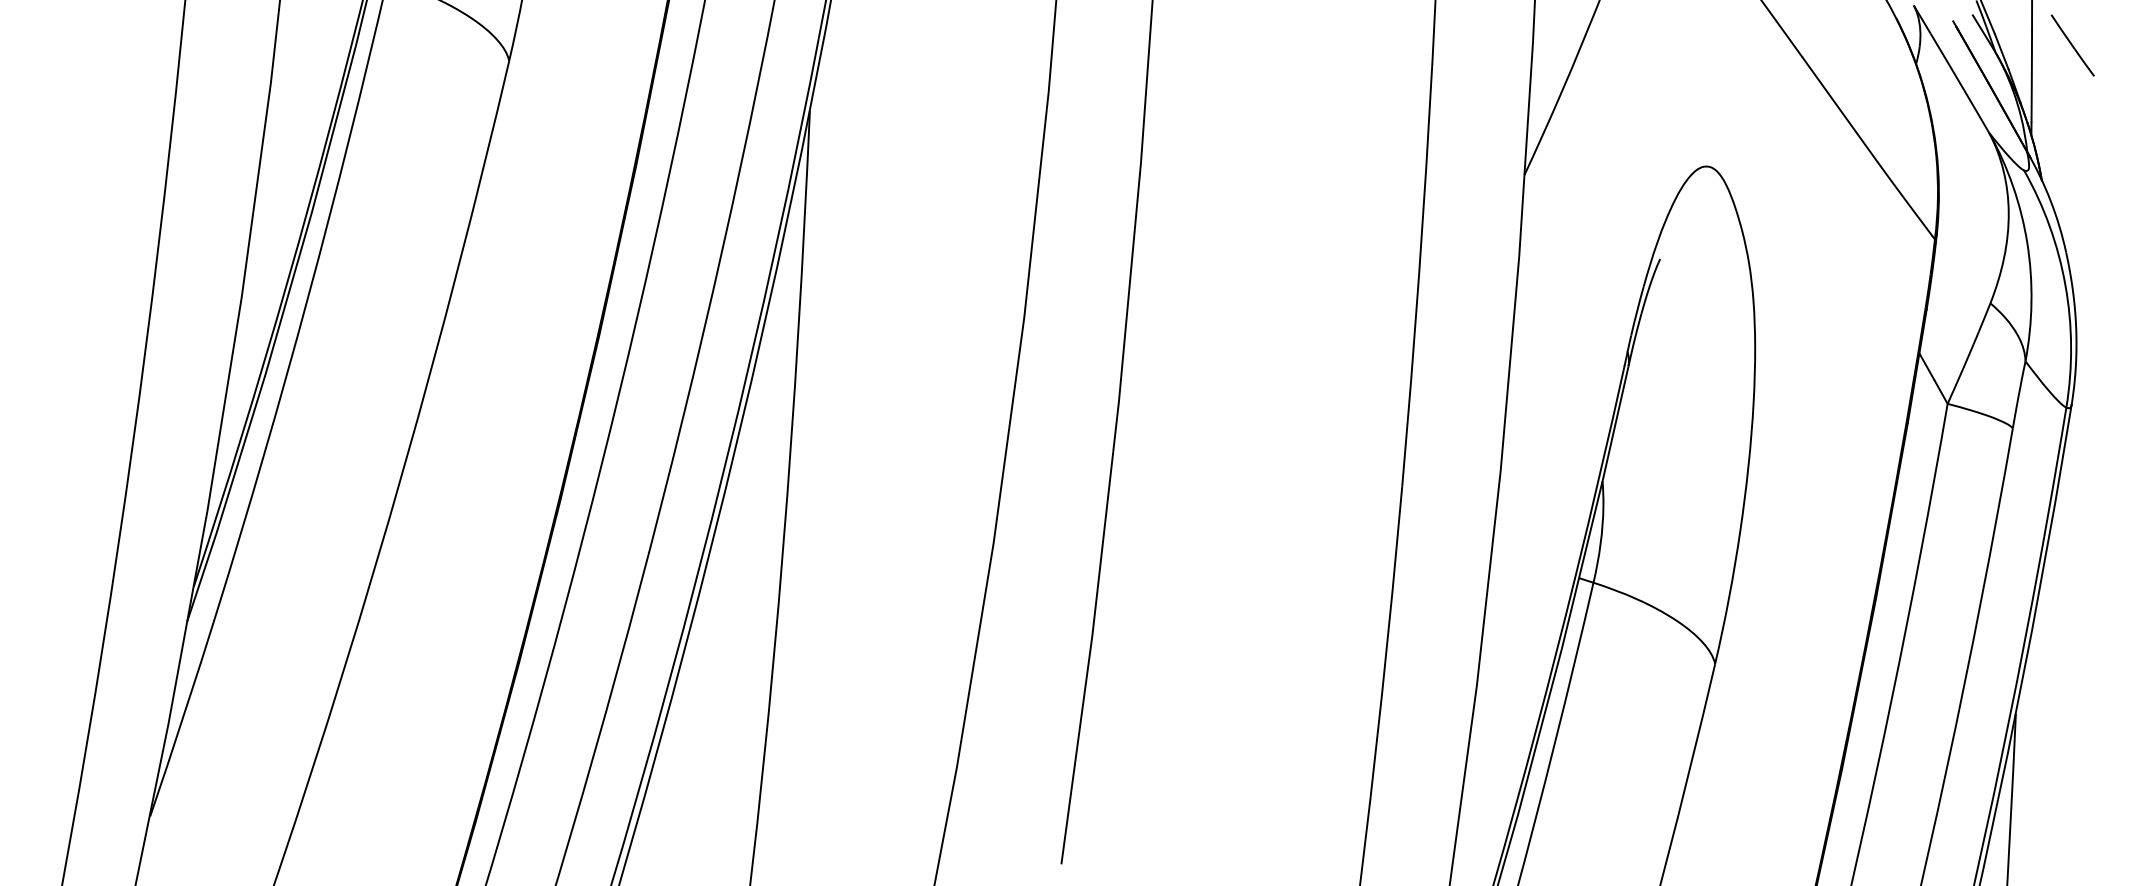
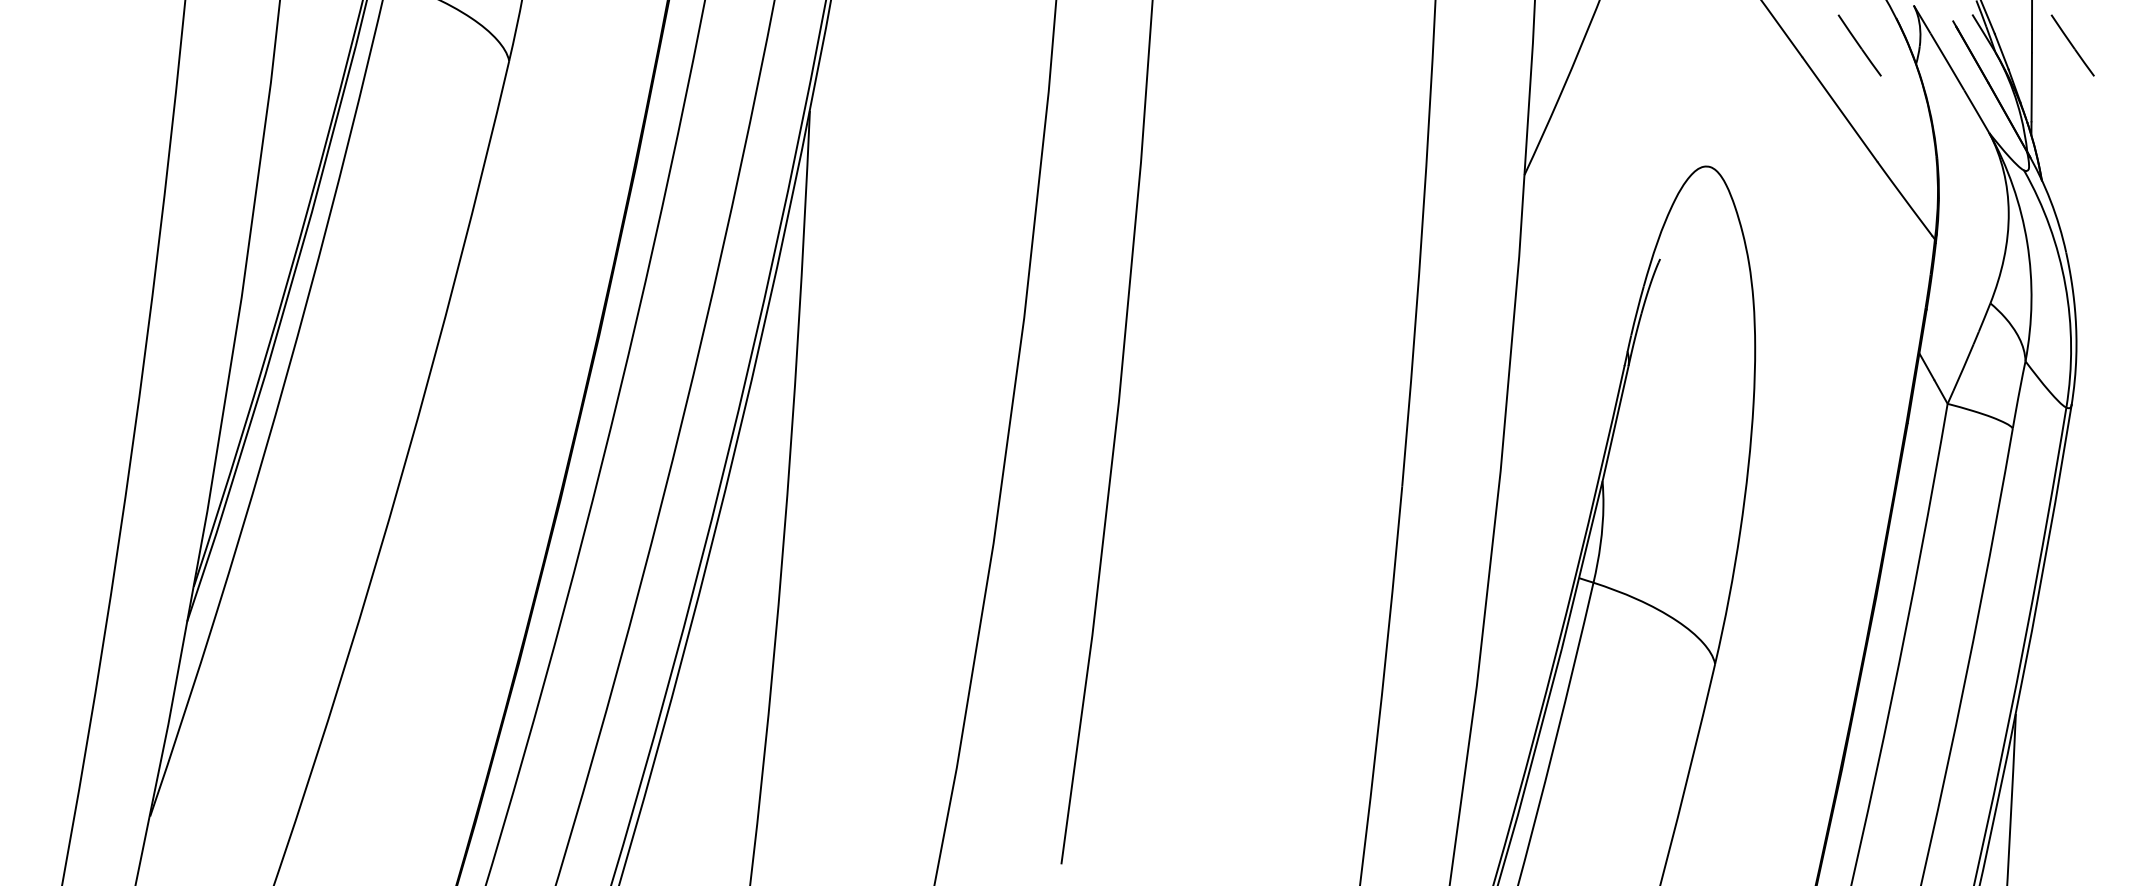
line at (1859, 45): none -> present
